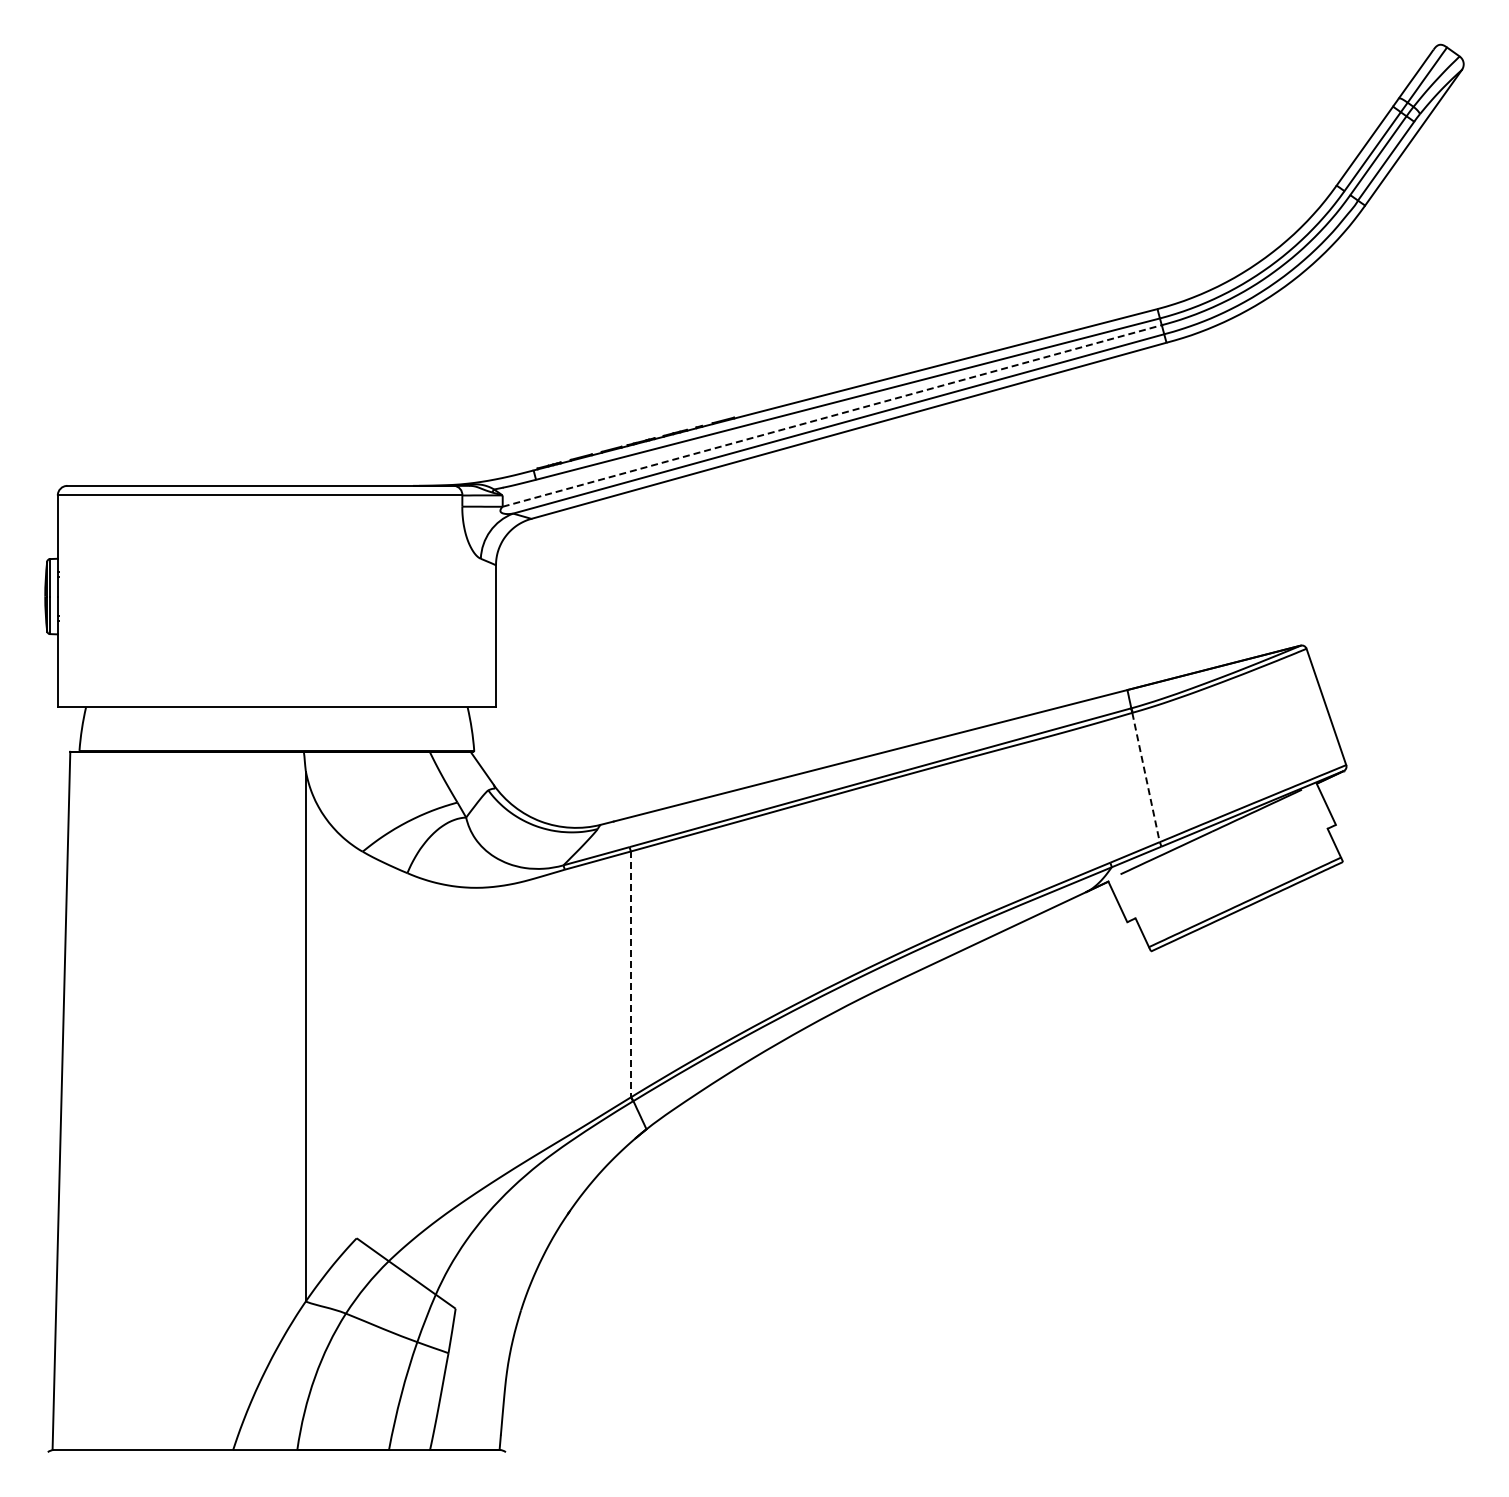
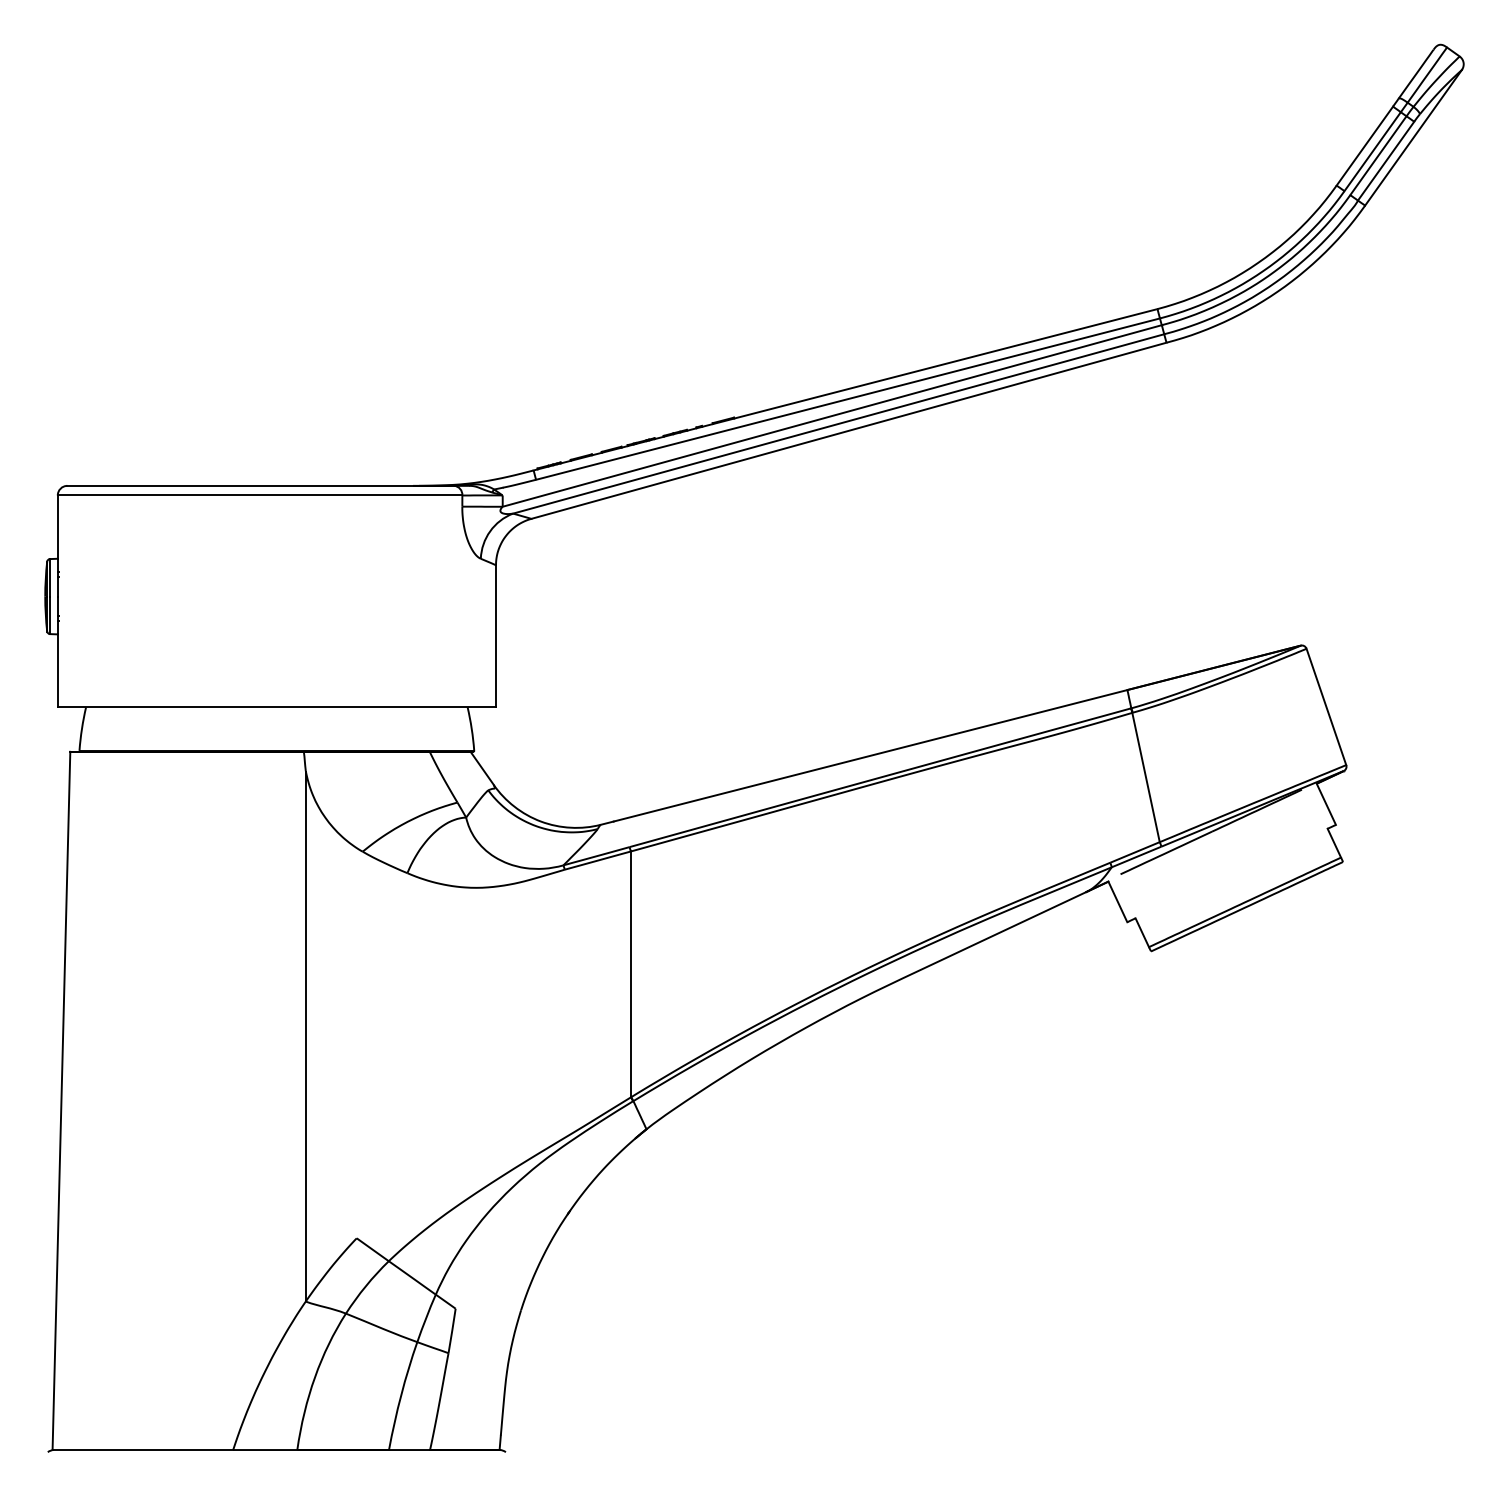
line at (832, 415): dashed -> solid
line at (1146, 778): dashed -> solid
line at (630, 974): dashed -> solid
